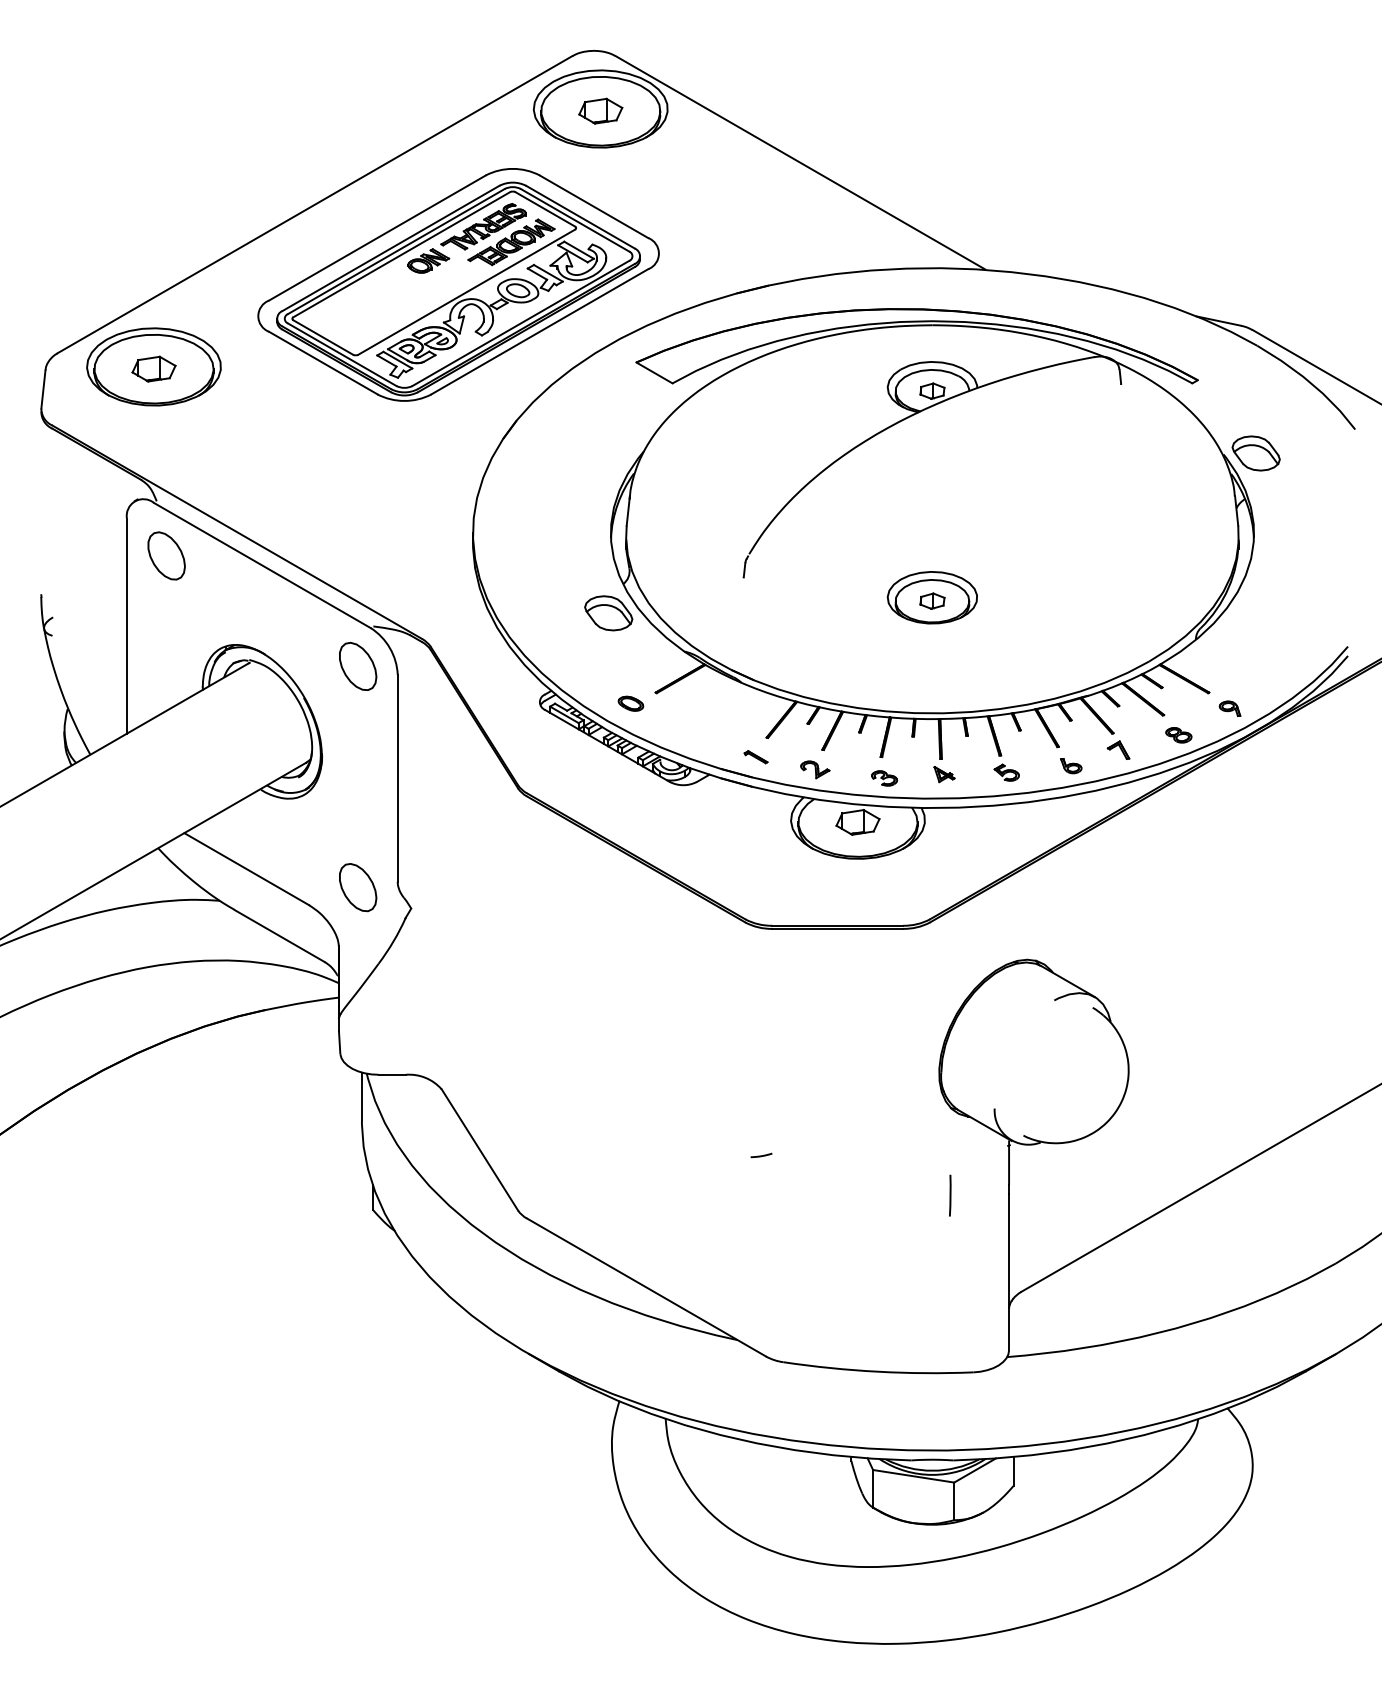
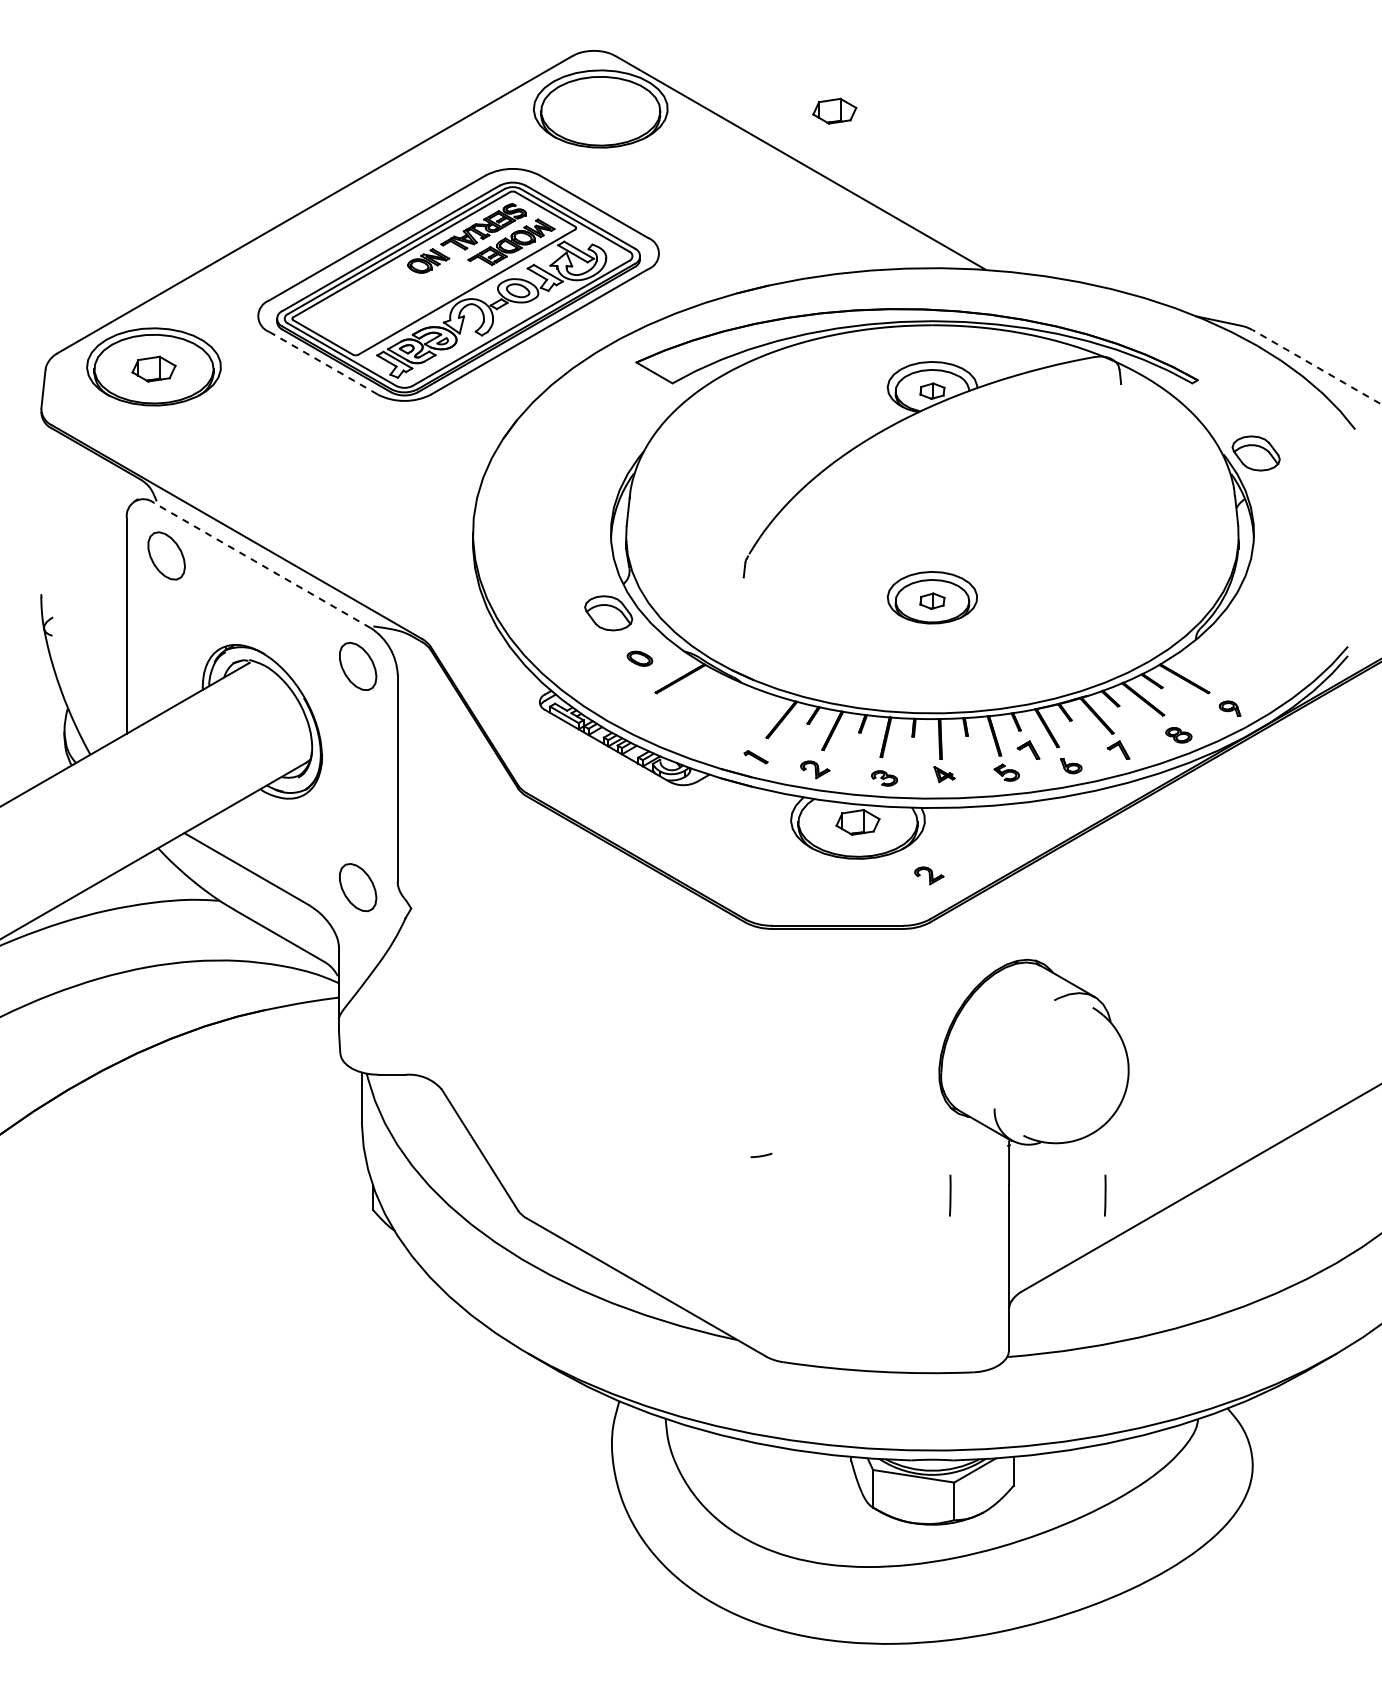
part at (600, 110) position: (600, 110) -> (834, 110)
line at (323, 363): solid -> dashed
line at (1316, 366): solid -> dashed
line at (261, 565): solid -> dashed
part at (630, 703) position: (630, 703) -> (639, 658)
part at (1028, 749): none -> present
part at (929, 875): none -> present
line at (1105, 1195): none -> present
